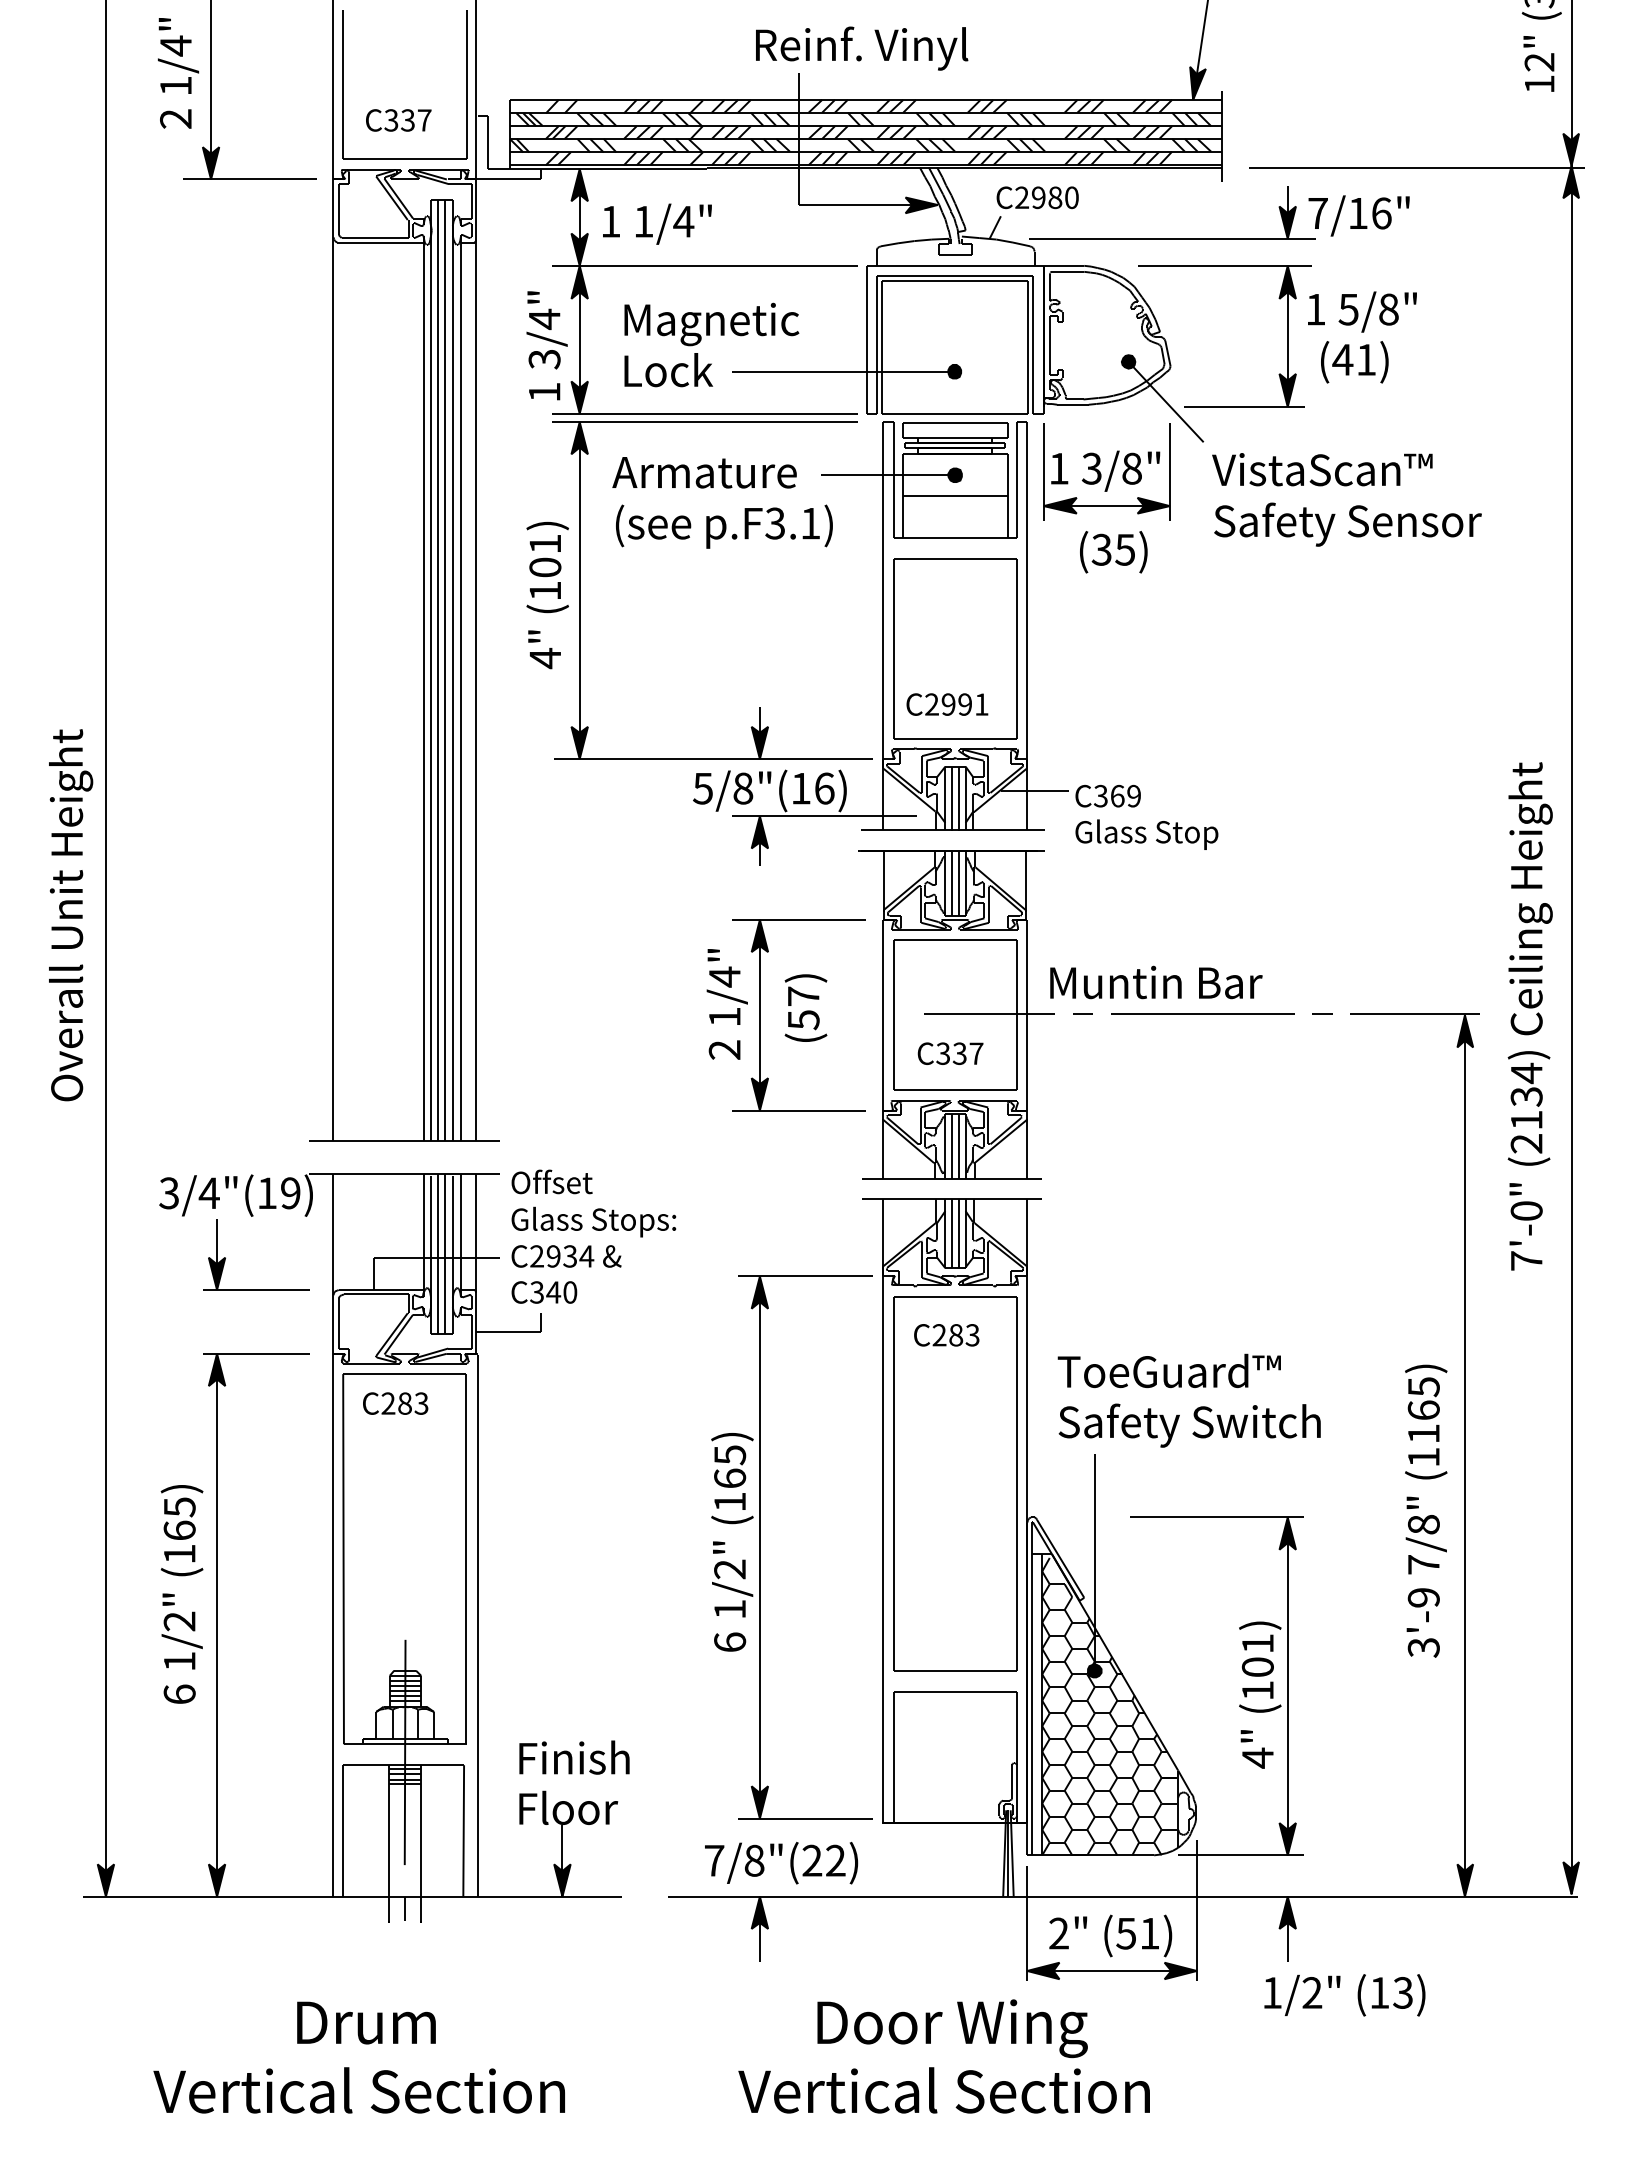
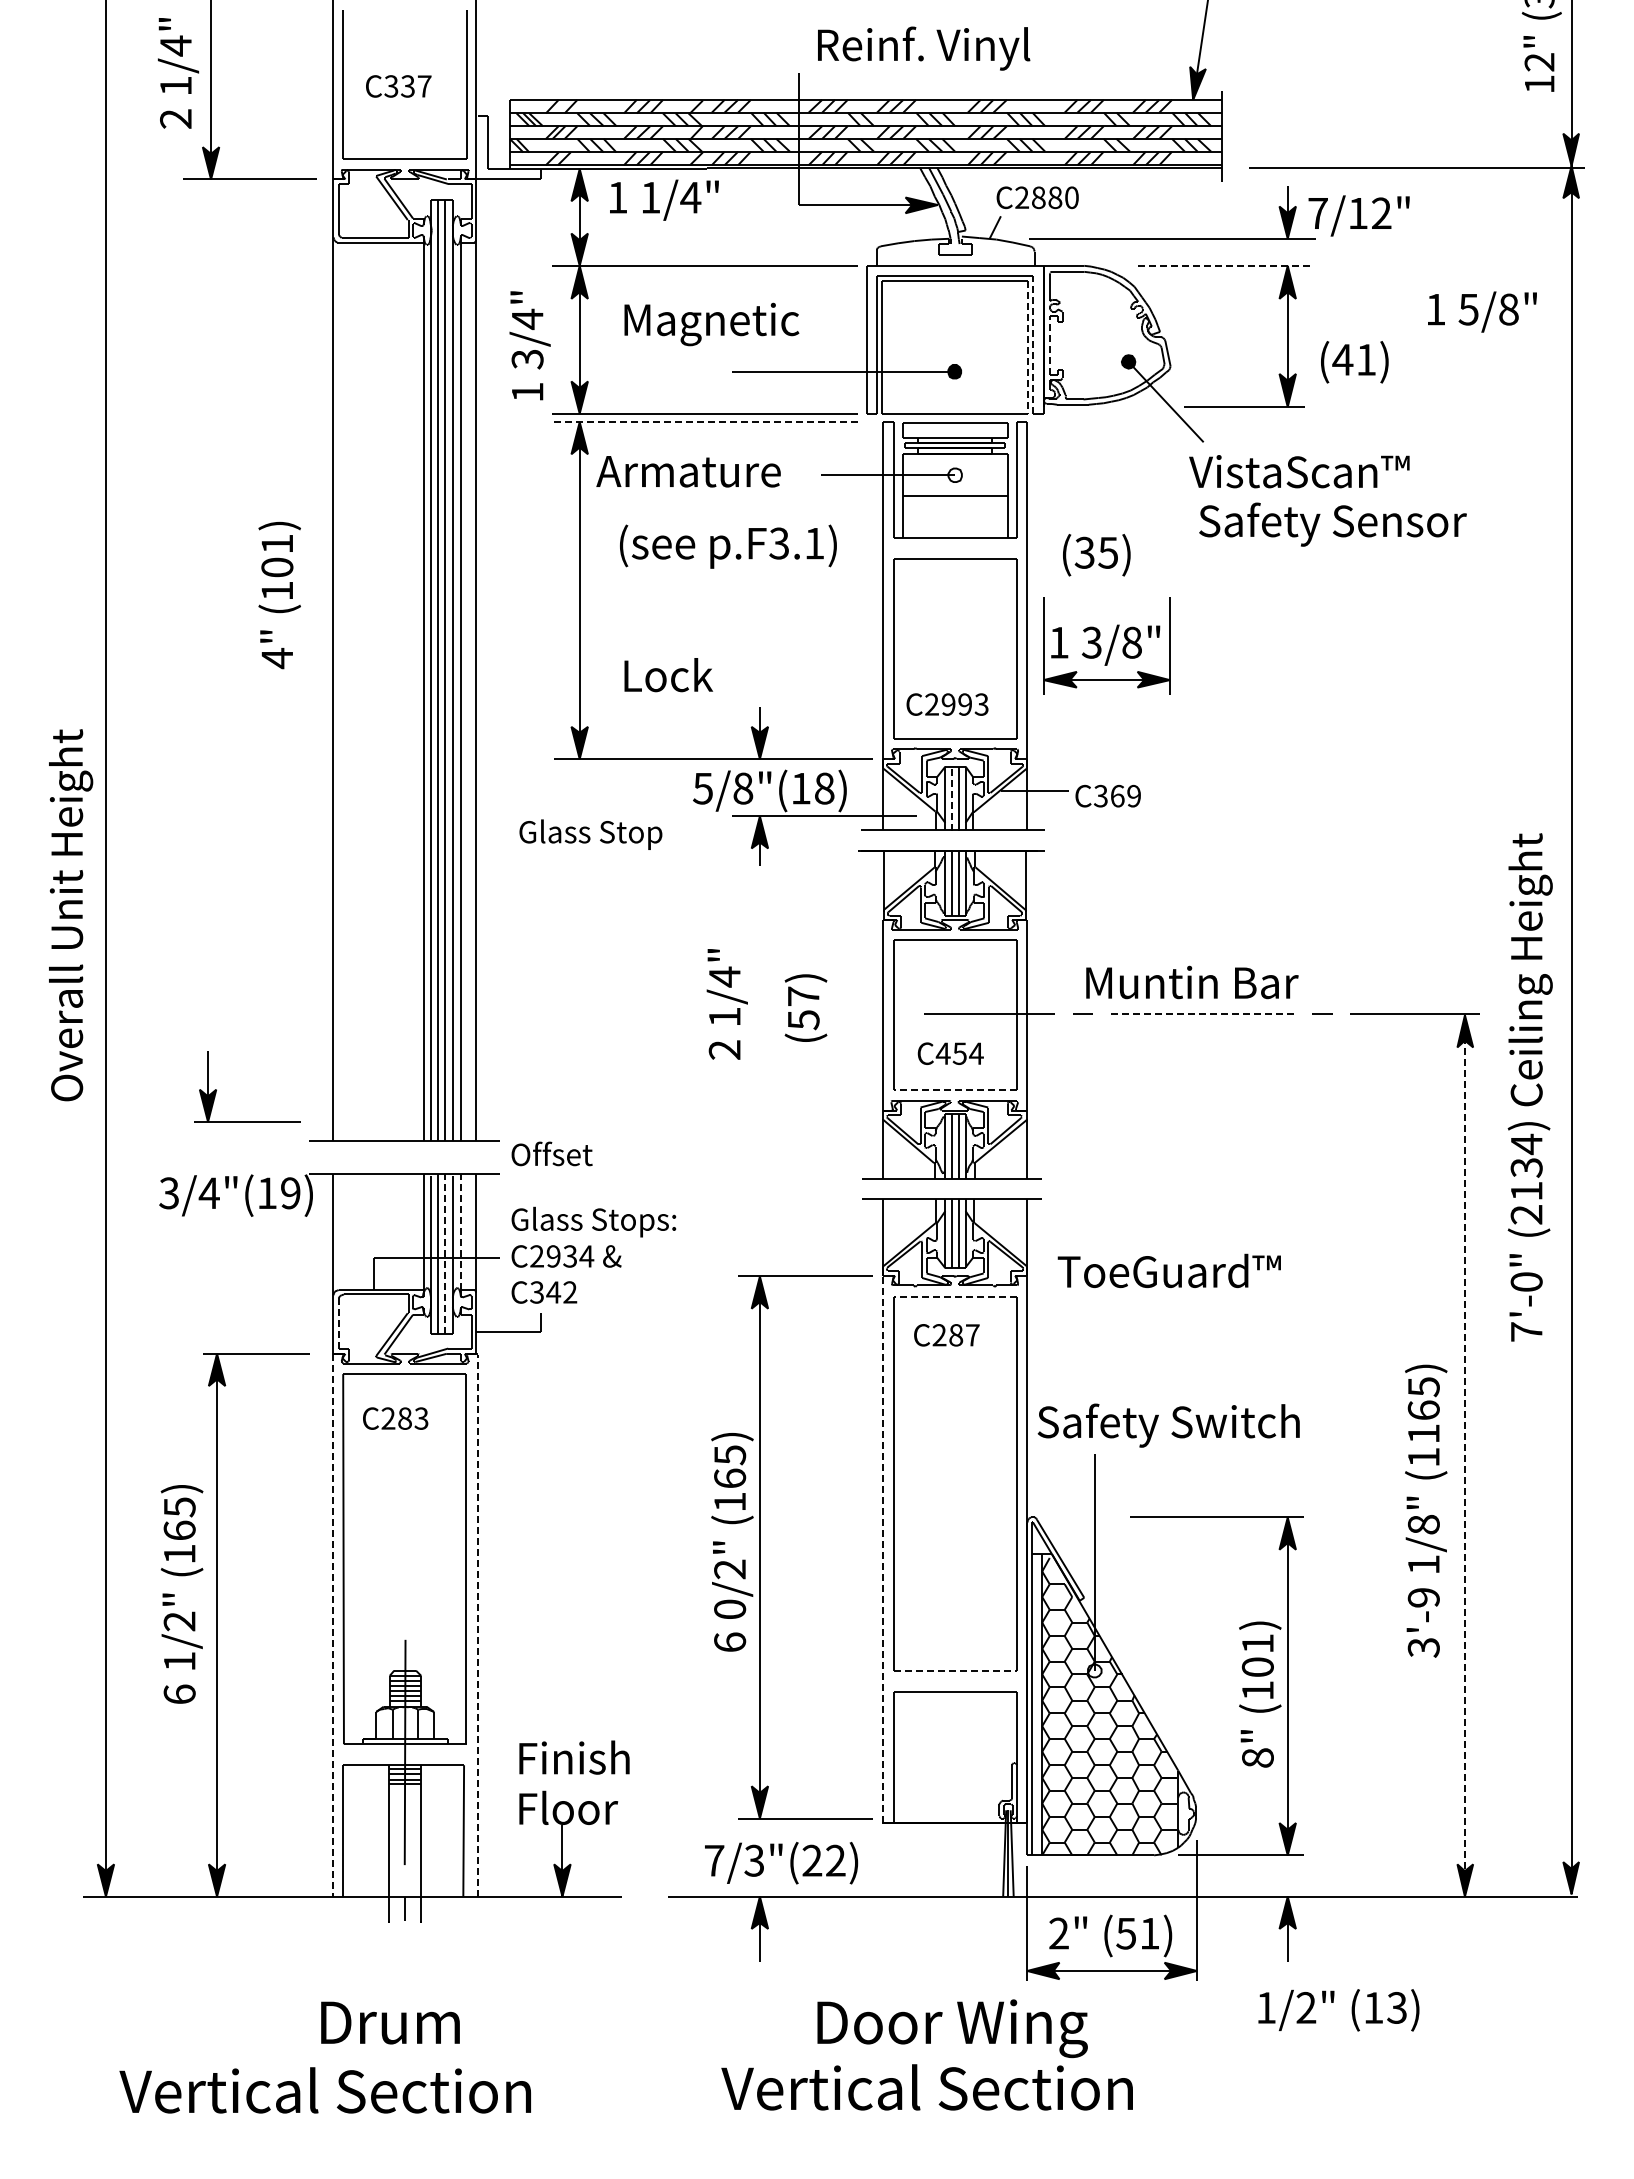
text at (862, 48) position: (862, 48) -> (924, 48)
text at (398, 120) position: (398, 120) -> (398, 86)
text at (1038, 197): C2980 -> C2880
text at (1381, 213): 7/16" -> 7/12"
text at (657, 223) position: (657, 223) -> (664, 199)
line at (1225, 265): solid -> dashed
text at (1362, 311) position: (1362, 311) -> (1482, 311)
line at (1033, 344): solid -> dashed
text at (546, 345) position: (546, 345) -> (529, 345)
line at (1049, 345): solid -> dashed
line at (1027, 347): solid -> dashed
text at (668, 370) position: (668, 370) -> (668, 675)
line at (704, 422): solid -> dashed
text at (1322, 469) position: (1322, 469) -> (1299, 471)
part at (1106, 471) position: (1106, 471) -> (1106, 645)
text at (704, 472) position: (704, 472) -> (688, 471)
fill at (954, 475): present -> none
text at (1347, 524) position: (1347, 524) -> (1332, 524)
text at (724, 526) position: (724, 526) -> (728, 546)
text at (1113, 552) position: (1113, 552) -> (1096, 555)
text at (547, 595) position: (547, 595) -> (279, 595)
text at (981, 704): C2991 -> C2993
text at (824, 788): 5/8"(16) -> 5/8"(18)
line at (952, 798): solid -> dashed
text at (1146, 834) position: (1146, 834) -> (590, 834)
text at (1156, 982) position: (1156, 982) -> (1192, 982)
line at (1202, 1013): solid -> dashed
part at (760, 1015): present -> none
text at (1529, 1016) position: (1529, 1016) -> (1529, 1087)
text at (959, 1053): C337 -> C454
line at (955, 1090): solid -> dashed
text at (551, 1181) position: (551, 1181) -> (551, 1153)
line at (461, 1232): solid -> dashed
line at (445, 1253): solid -> dashed
part at (225, 1257) position: (225, 1257) -> (216, 1089)
text at (570, 1292): C340 -> C342
line at (955, 1297): solid -> dashed
line at (338, 1323): solid -> dashed
text at (972, 1335): C283 -> C287
text at (1168, 1370) position: (1168, 1370) -> (1168, 1270)
text at (395, 1403) position: (395, 1403) -> (395, 1418)
text at (1189, 1425) position: (1189, 1425) -> (1168, 1425)
line at (1464, 1455): solid -> dashed
line at (883, 1549): solid -> dashed
text at (1423, 1564): 7/8" -> 1/8"
text at (730, 1608): 1/2" -> 0/2"
line at (332, 1625): solid -> dashed
line at (477, 1625): solid -> dashed
line at (955, 1670): solid -> dashed
fill at (1094, 1670): present -> none
text at (1257, 1757): 4" -> 8"
text at (754, 1860): 7/8"(22) -> 7/3"(22)
text at (1344, 1995) position: (1344, 1995) -> (1338, 2010)
text at (366, 2022) position: (366, 2022) -> (390, 2022)
text at (358, 2090) position: (358, 2090) -> (324, 2090)
text at (943, 2090) position: (943, 2090) -> (926, 2087)
